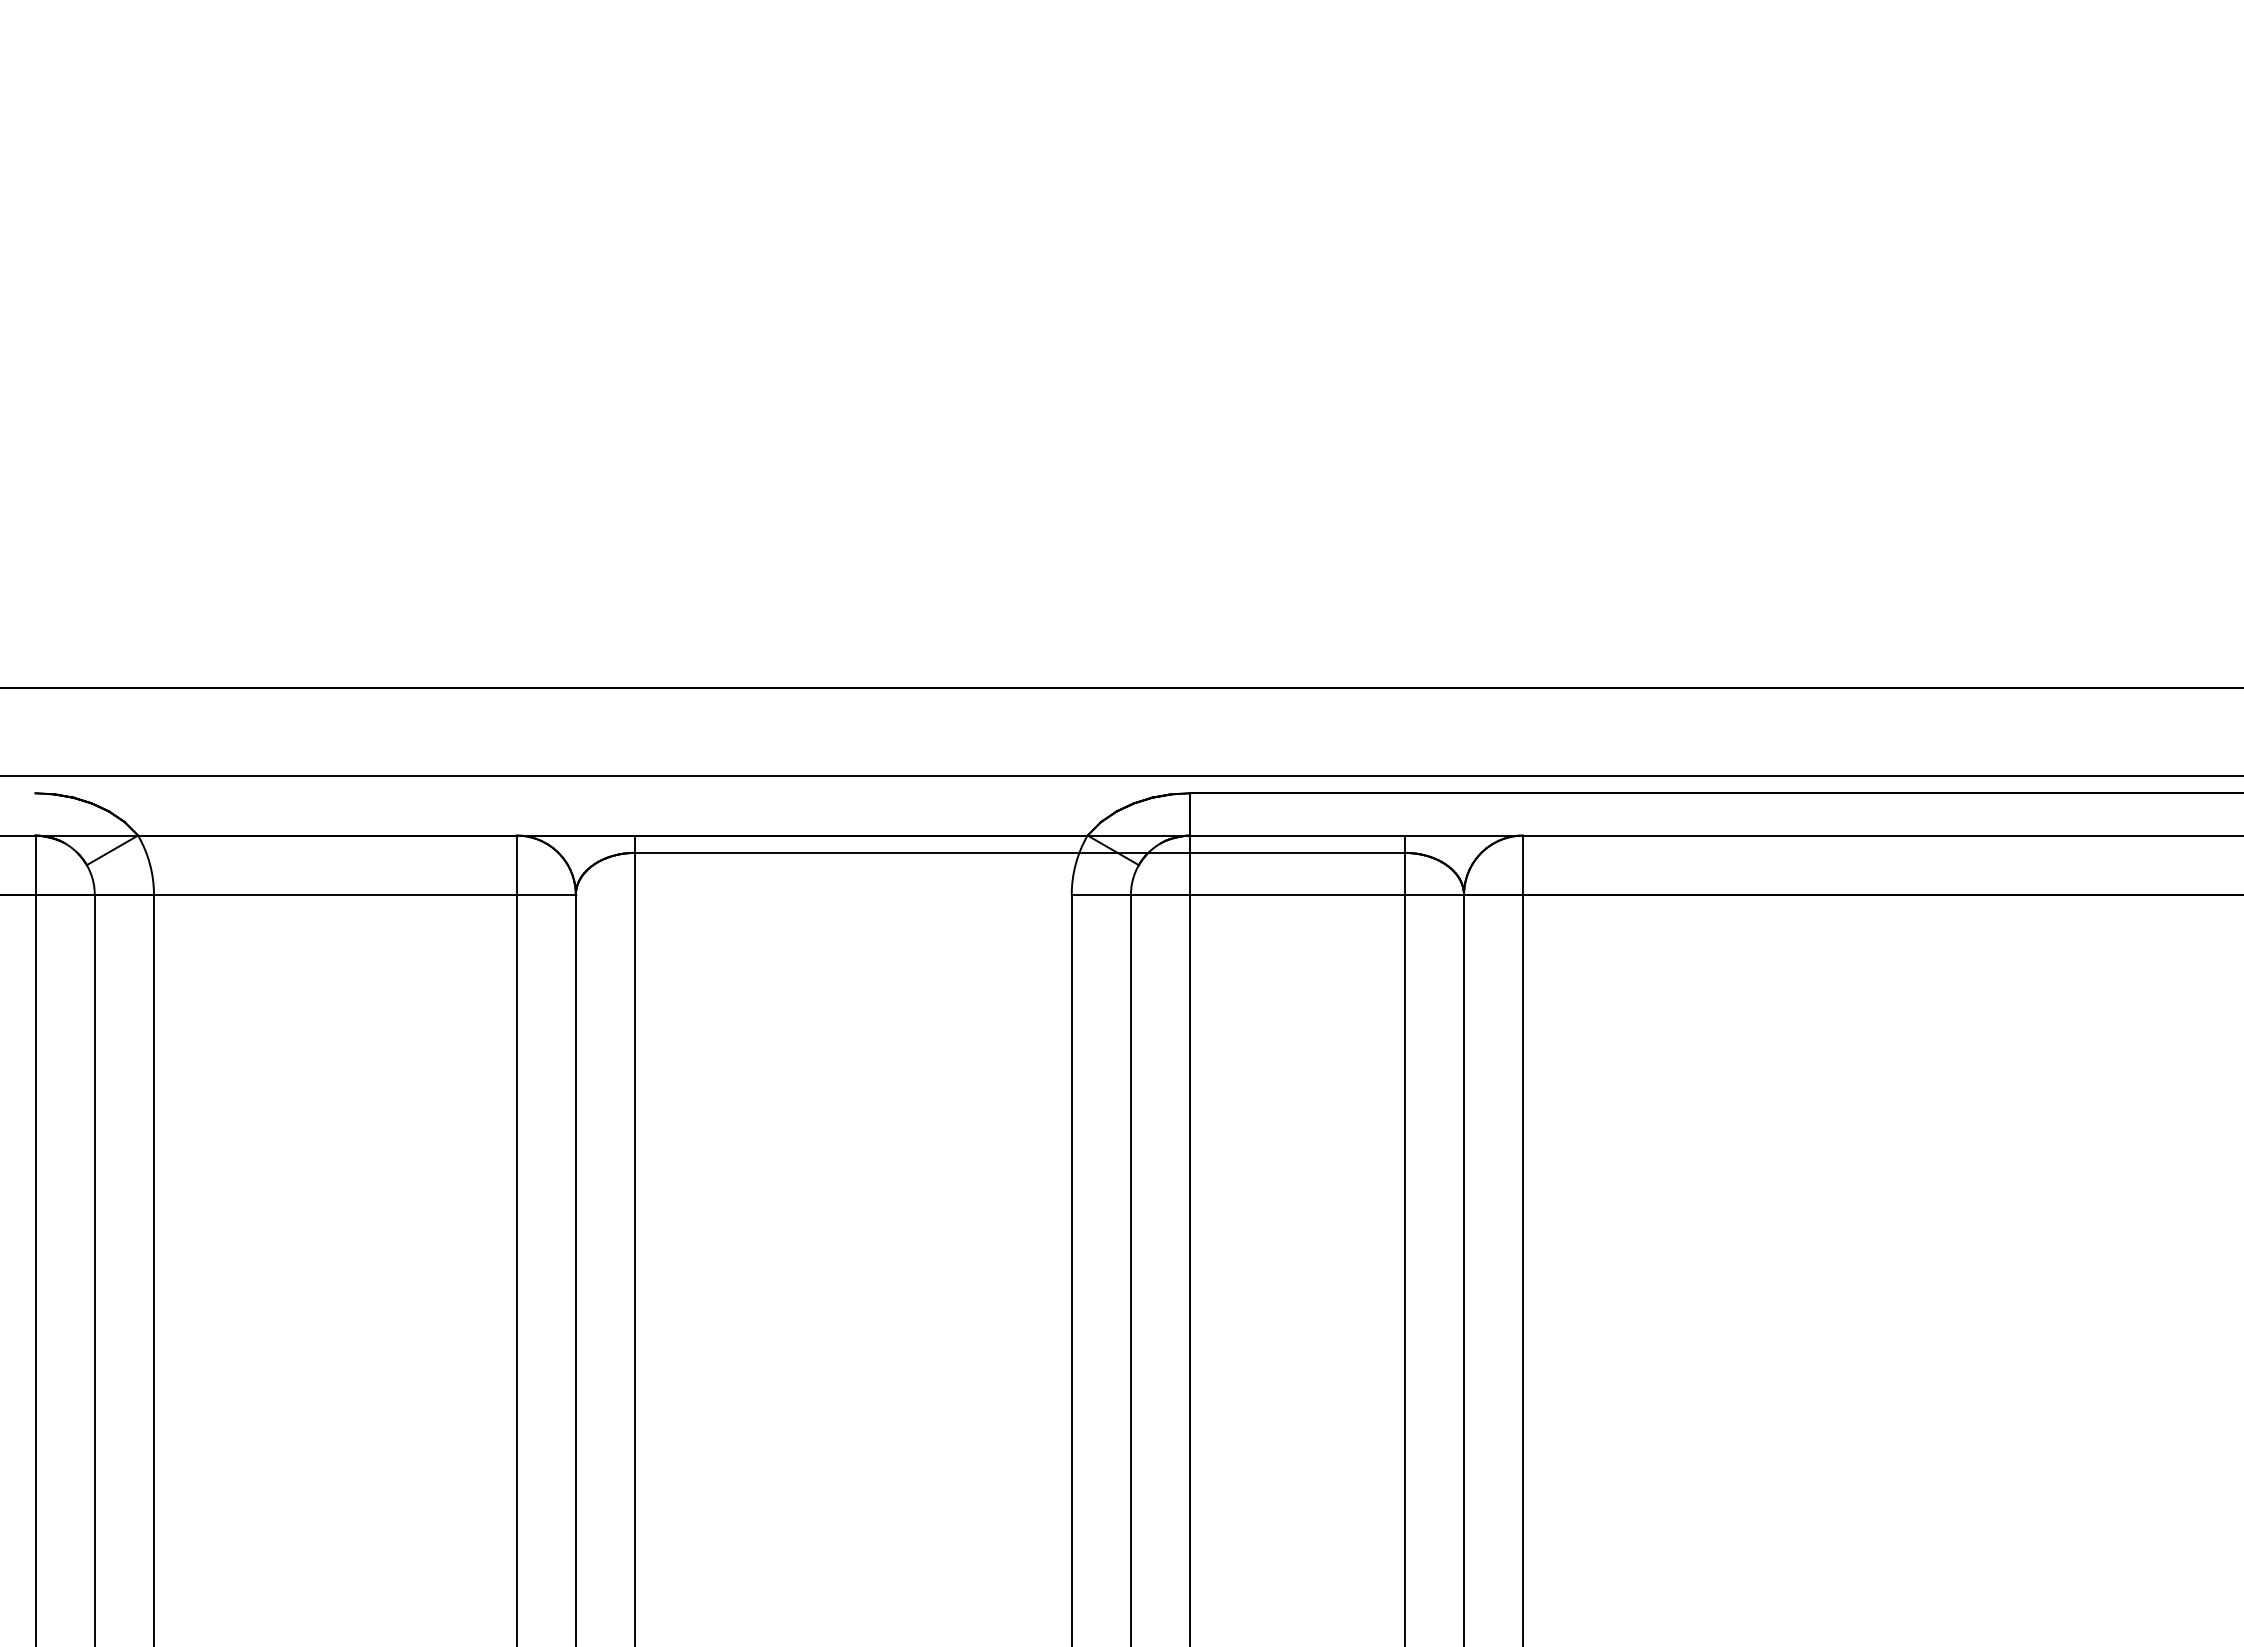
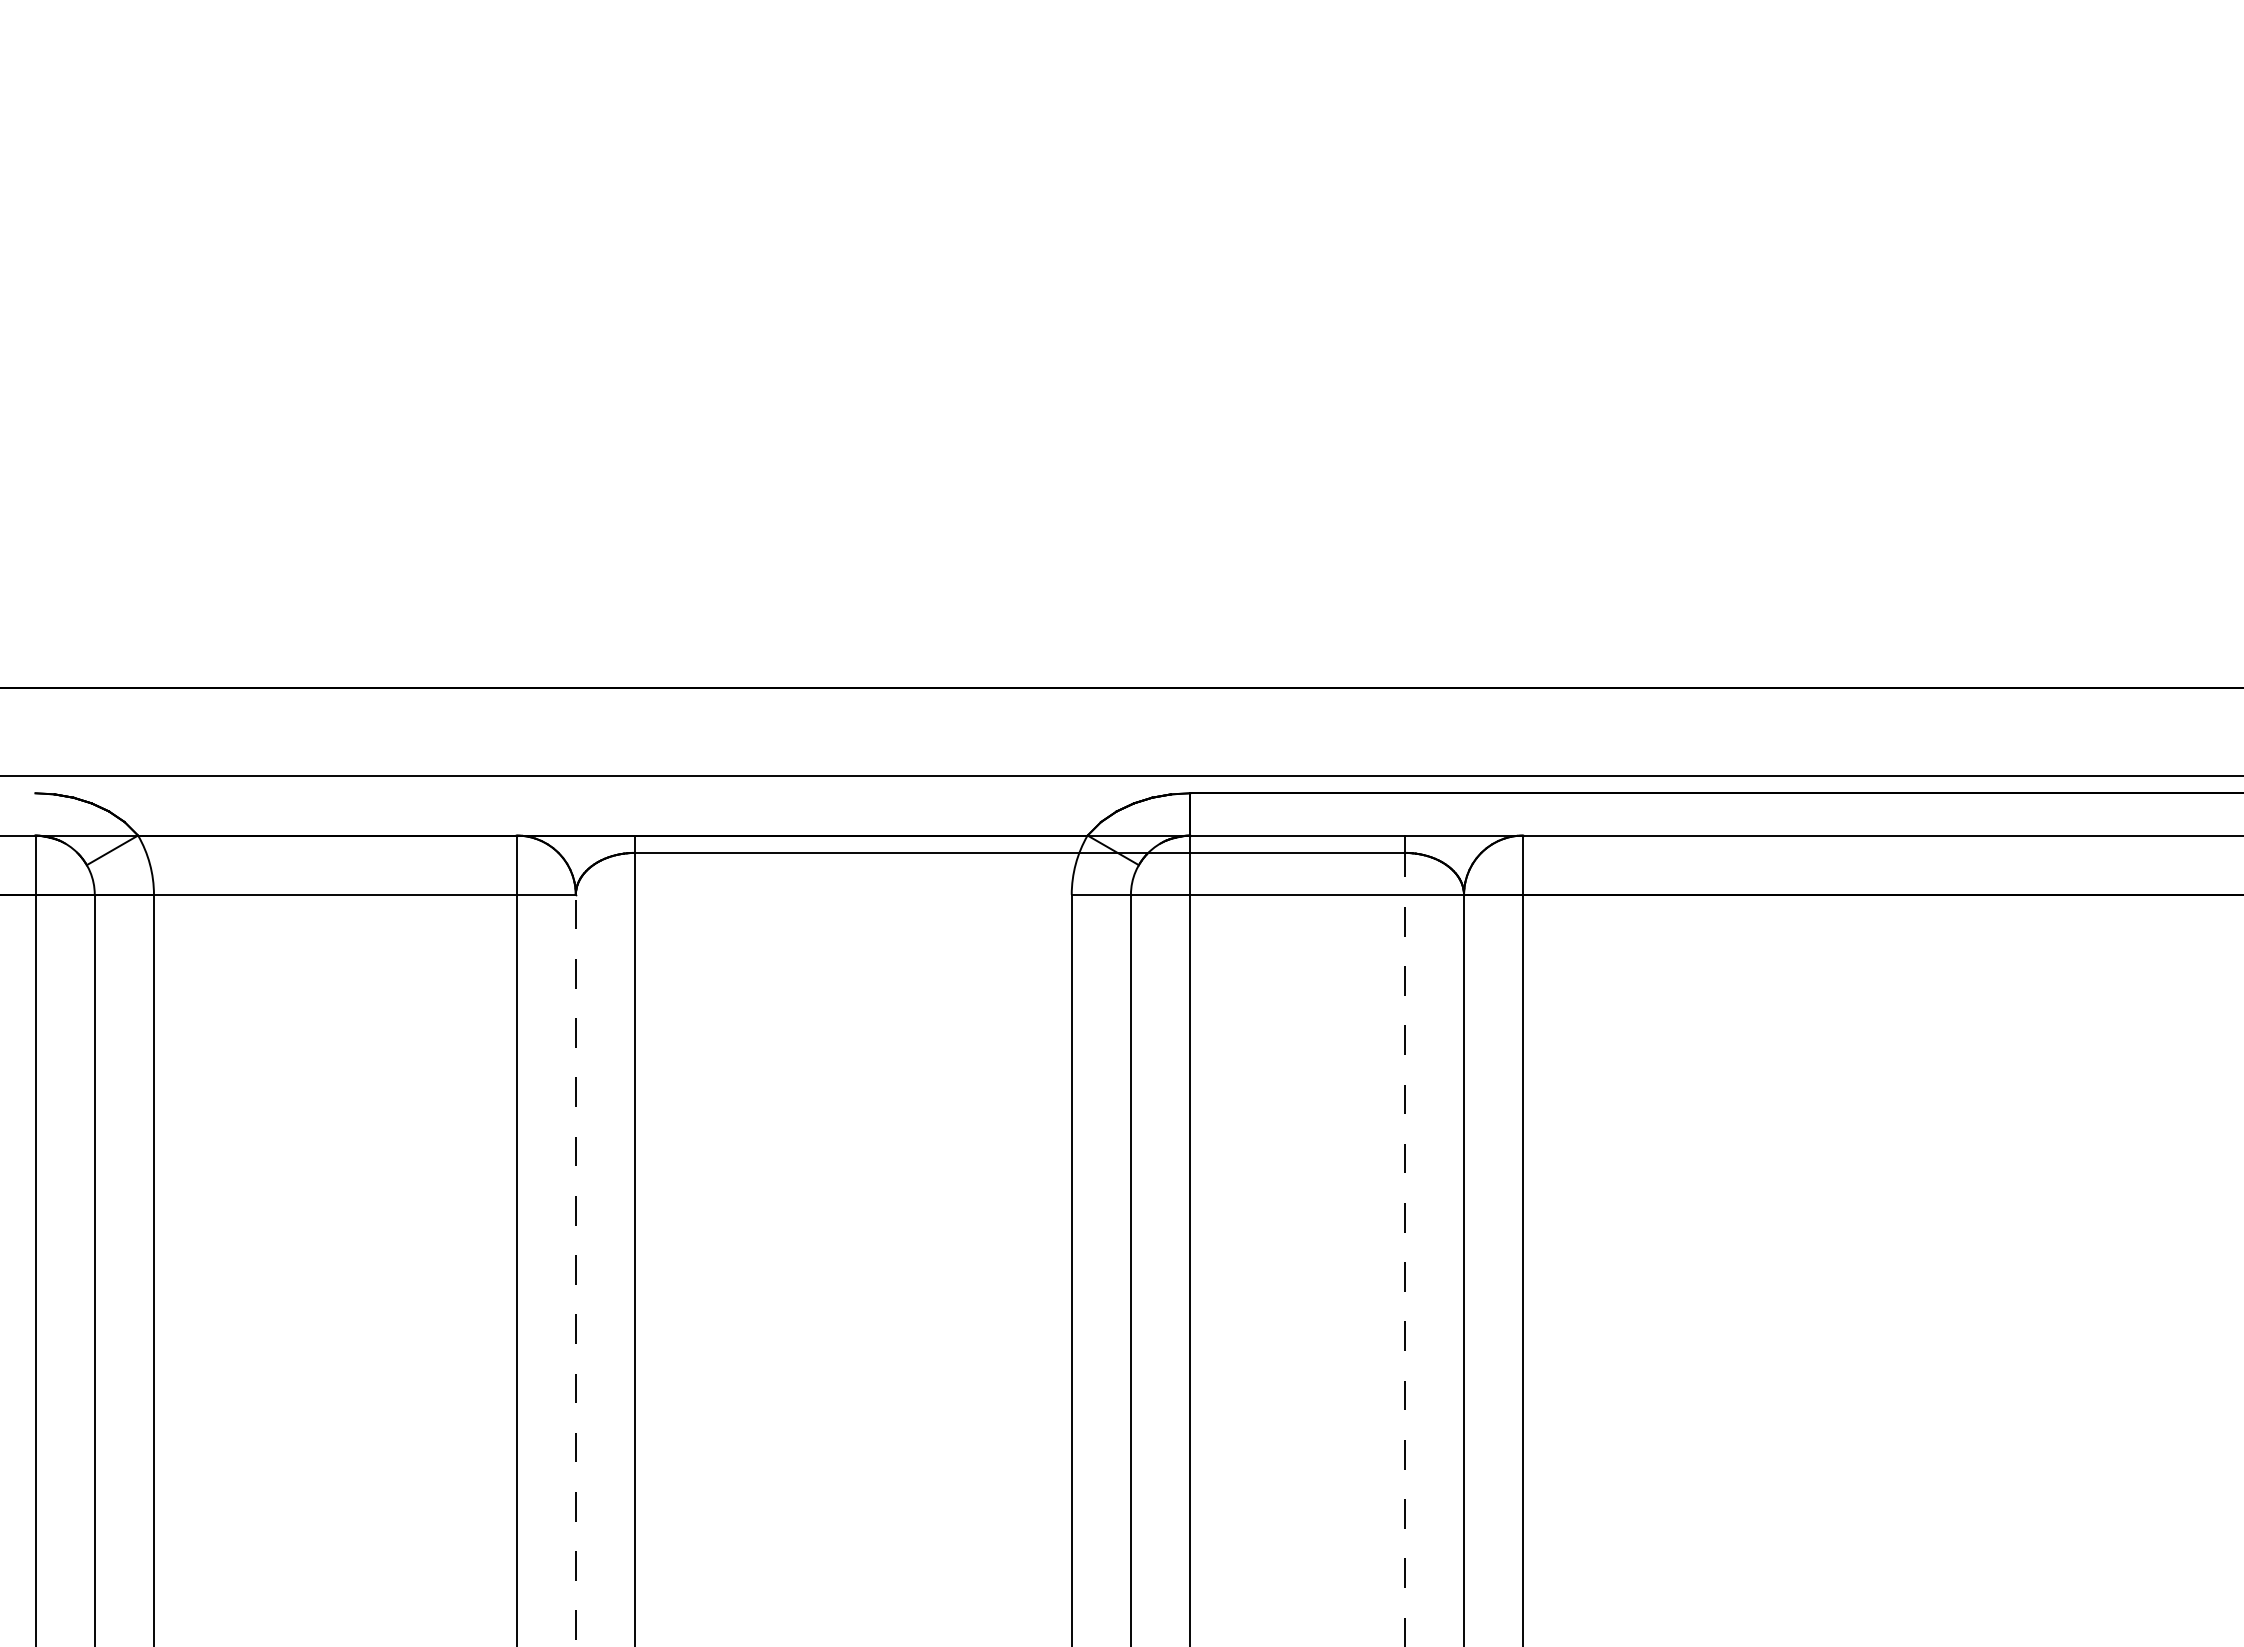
line at (1404, 1249): solid -> dashed
line at (575, 1270): solid -> dashed
